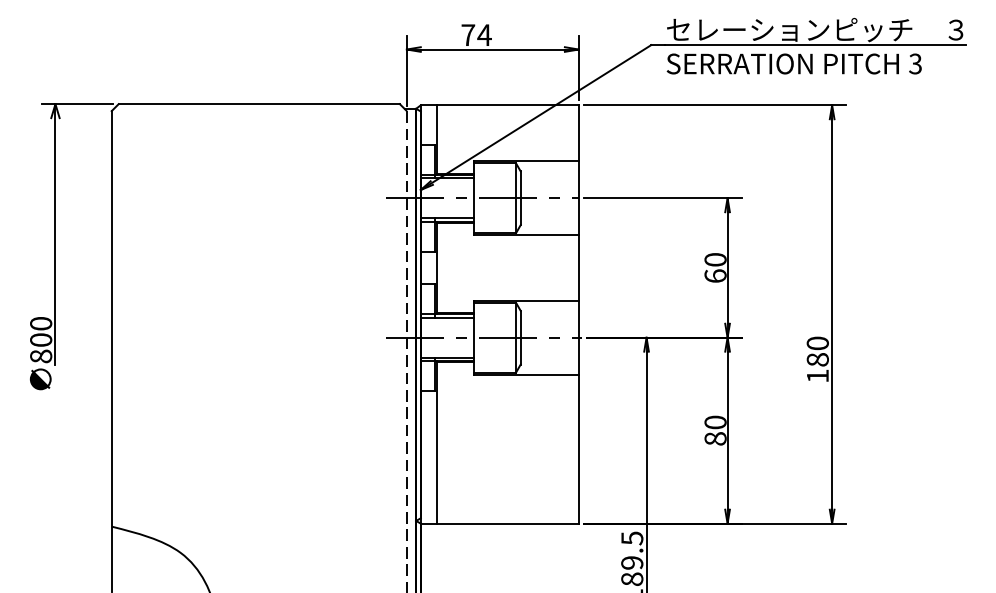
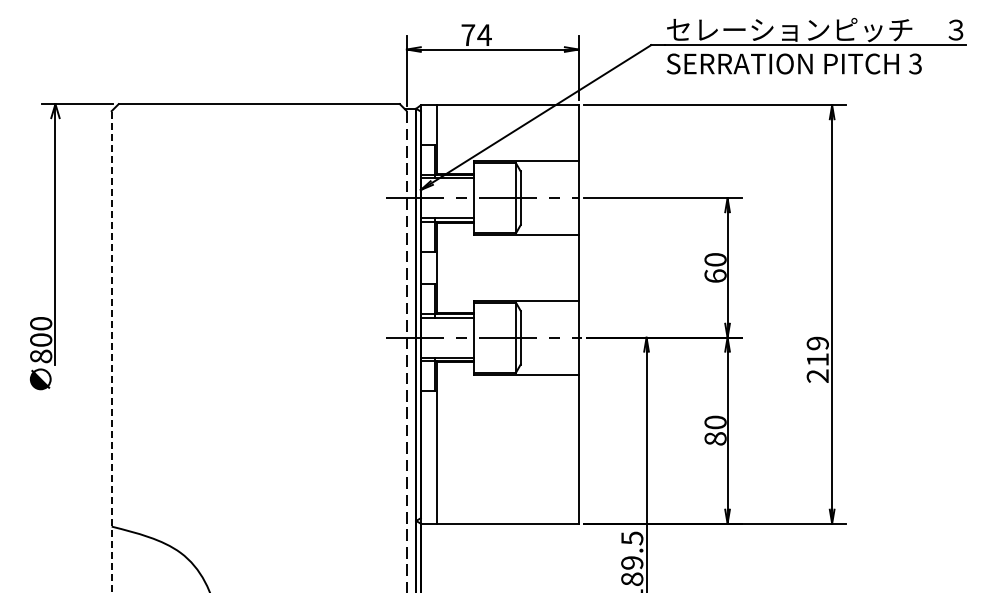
line at (111, 351): solid -> dashed
text at (817, 359): 180 -> 219
